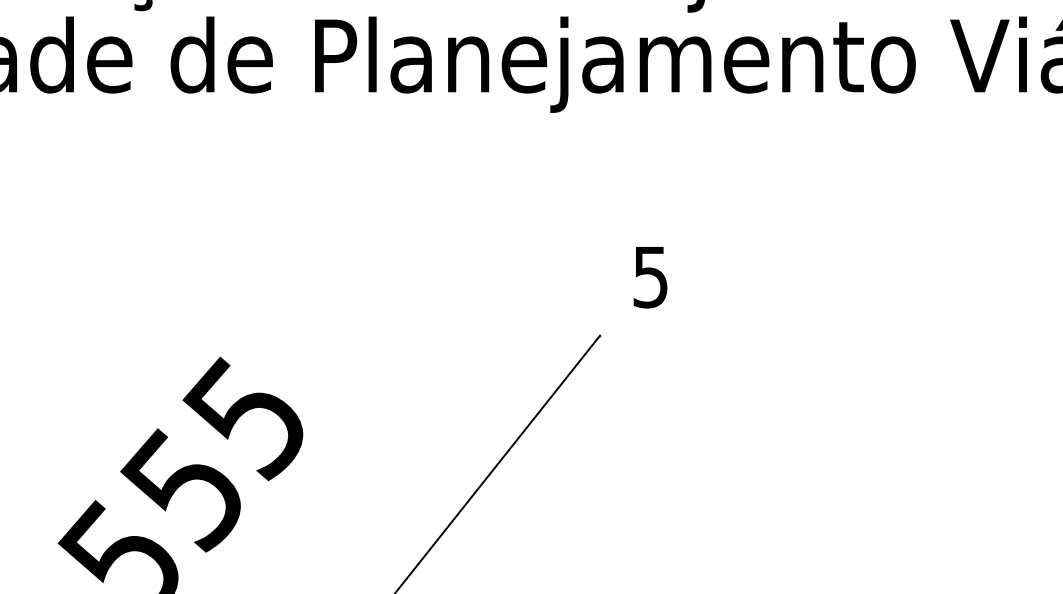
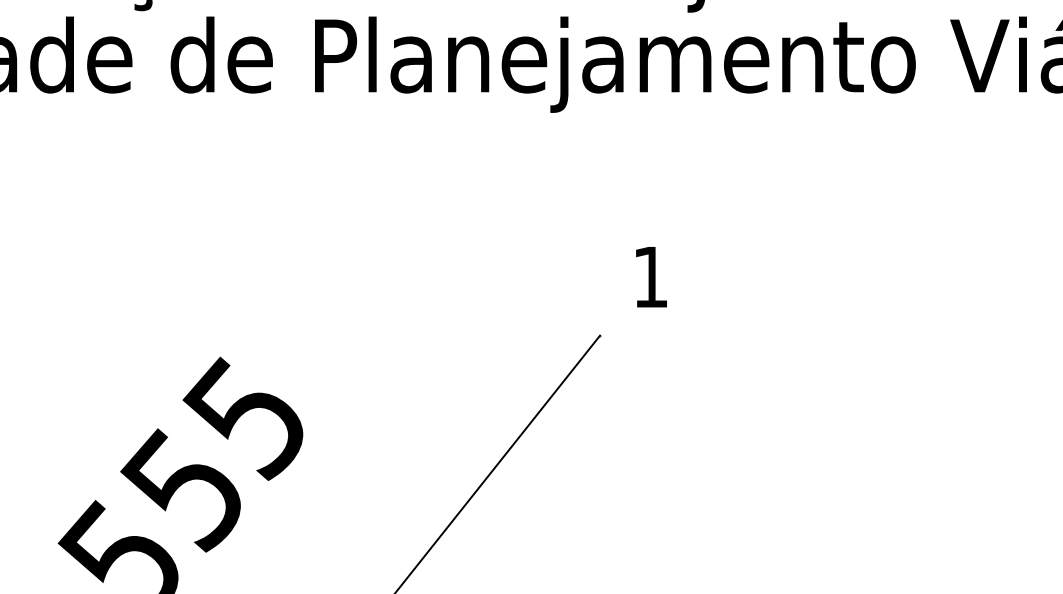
text at (650, 277): 5 -> 1
